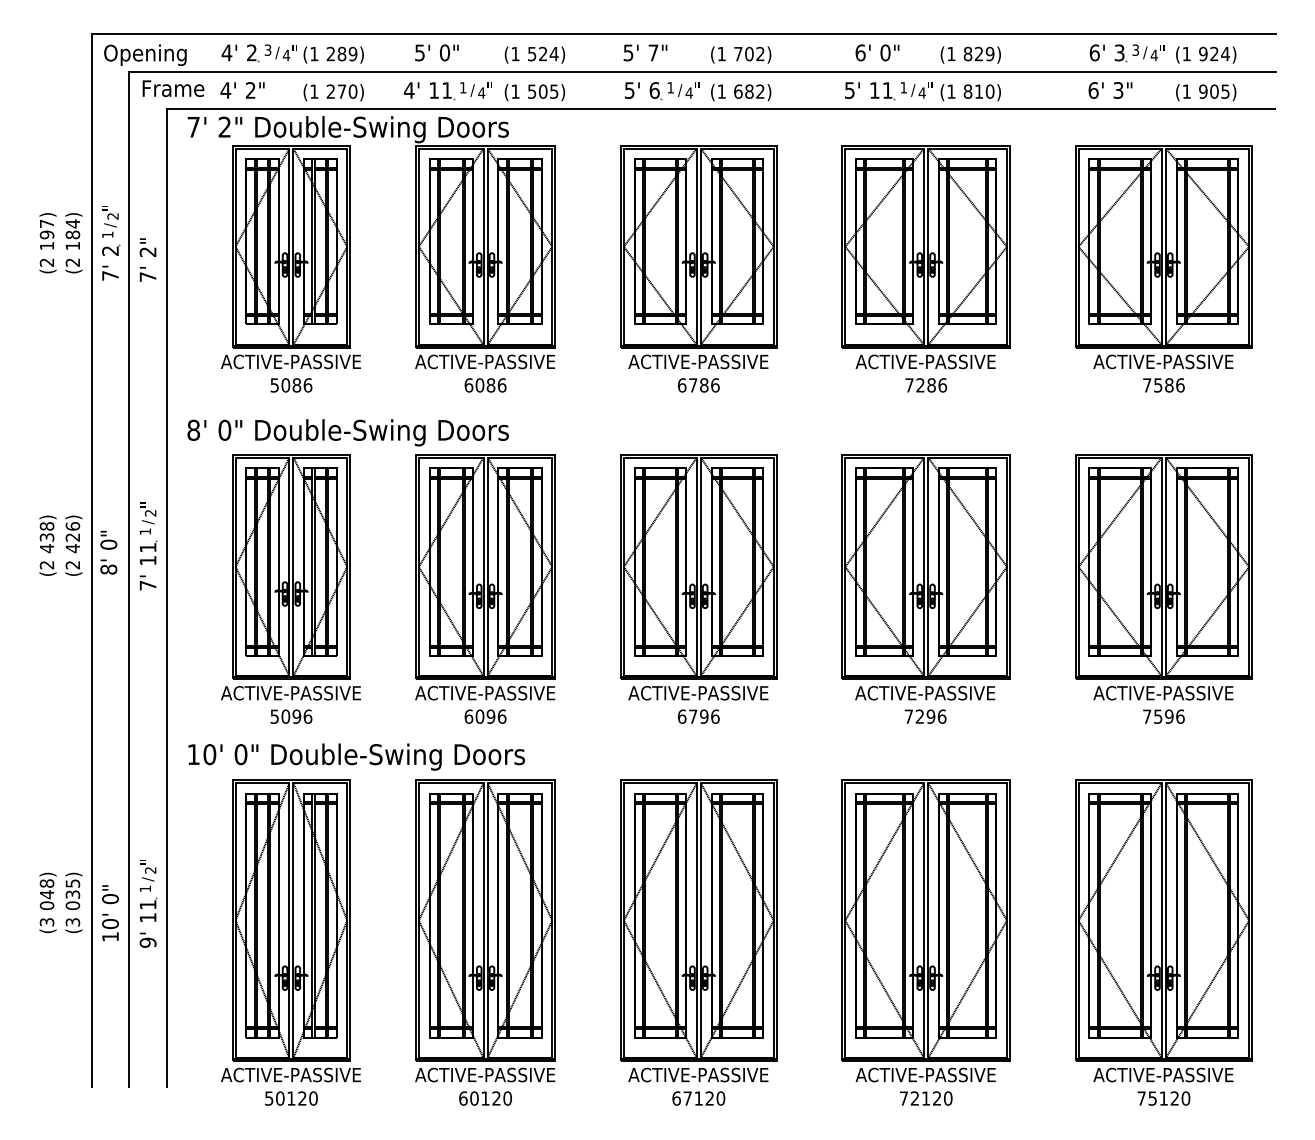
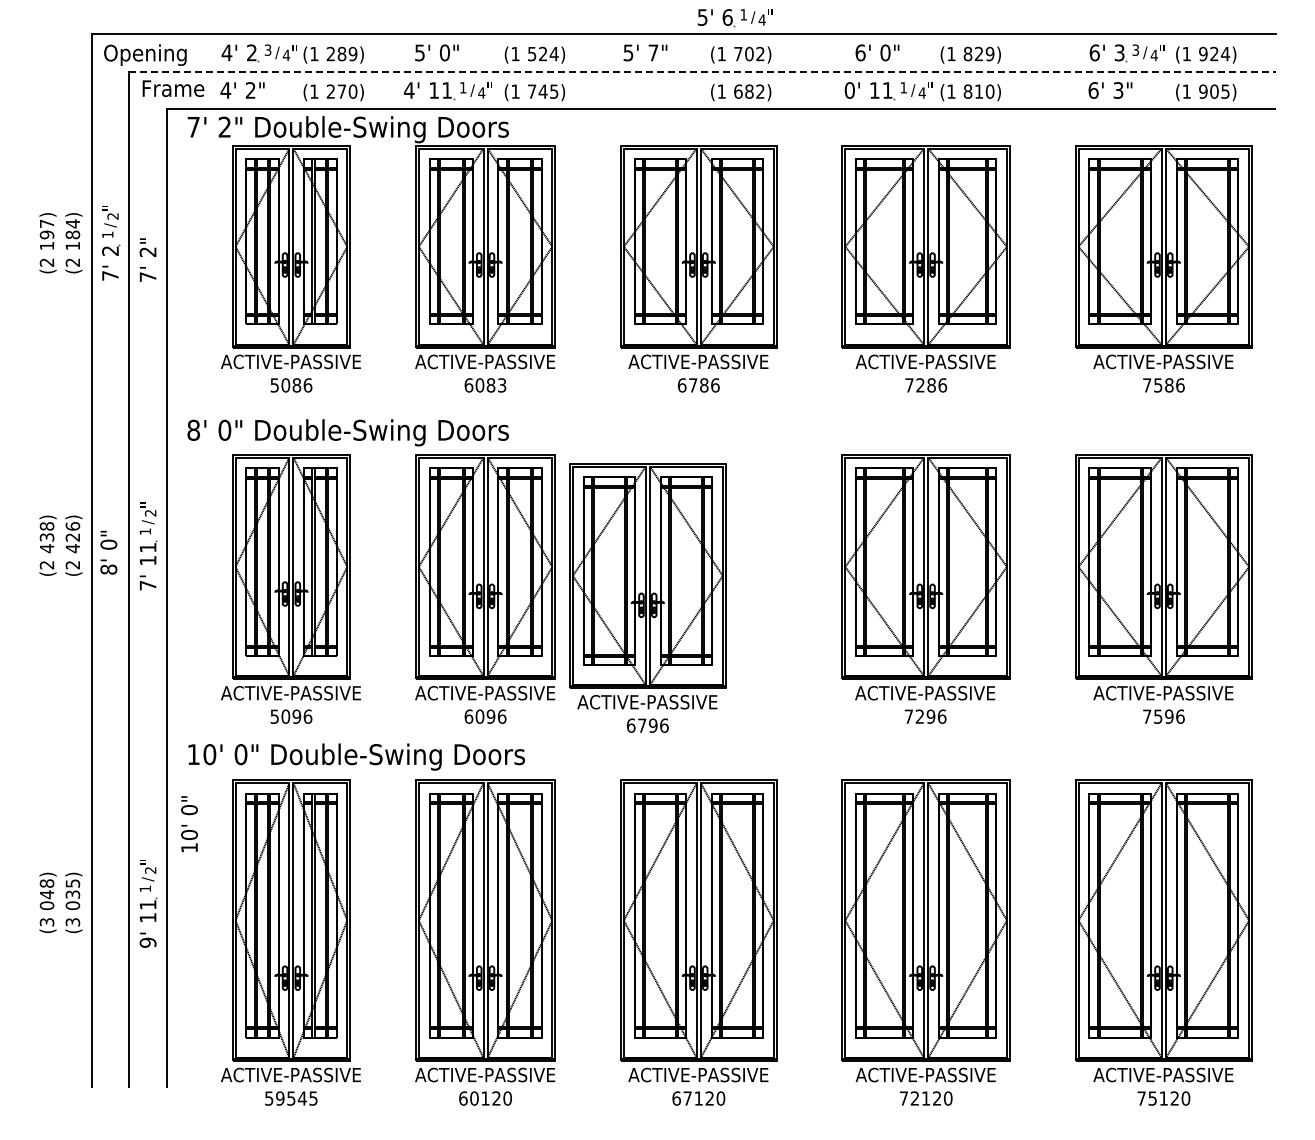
line at (702, 71): solid -> dashed
text at (849, 90): 5' -> 0'
text at (537, 91): 505) -> 745)
part at (662, 91) position: (662, 91) -> (735, 18)
text at (501, 385): 6086 -> 6083
part at (698, 588) position: (698, 588) -> (647, 597)
text at (110, 913) position: (110, 913) -> (189, 824)
text at (296, 1098): 50120 -> 59545
